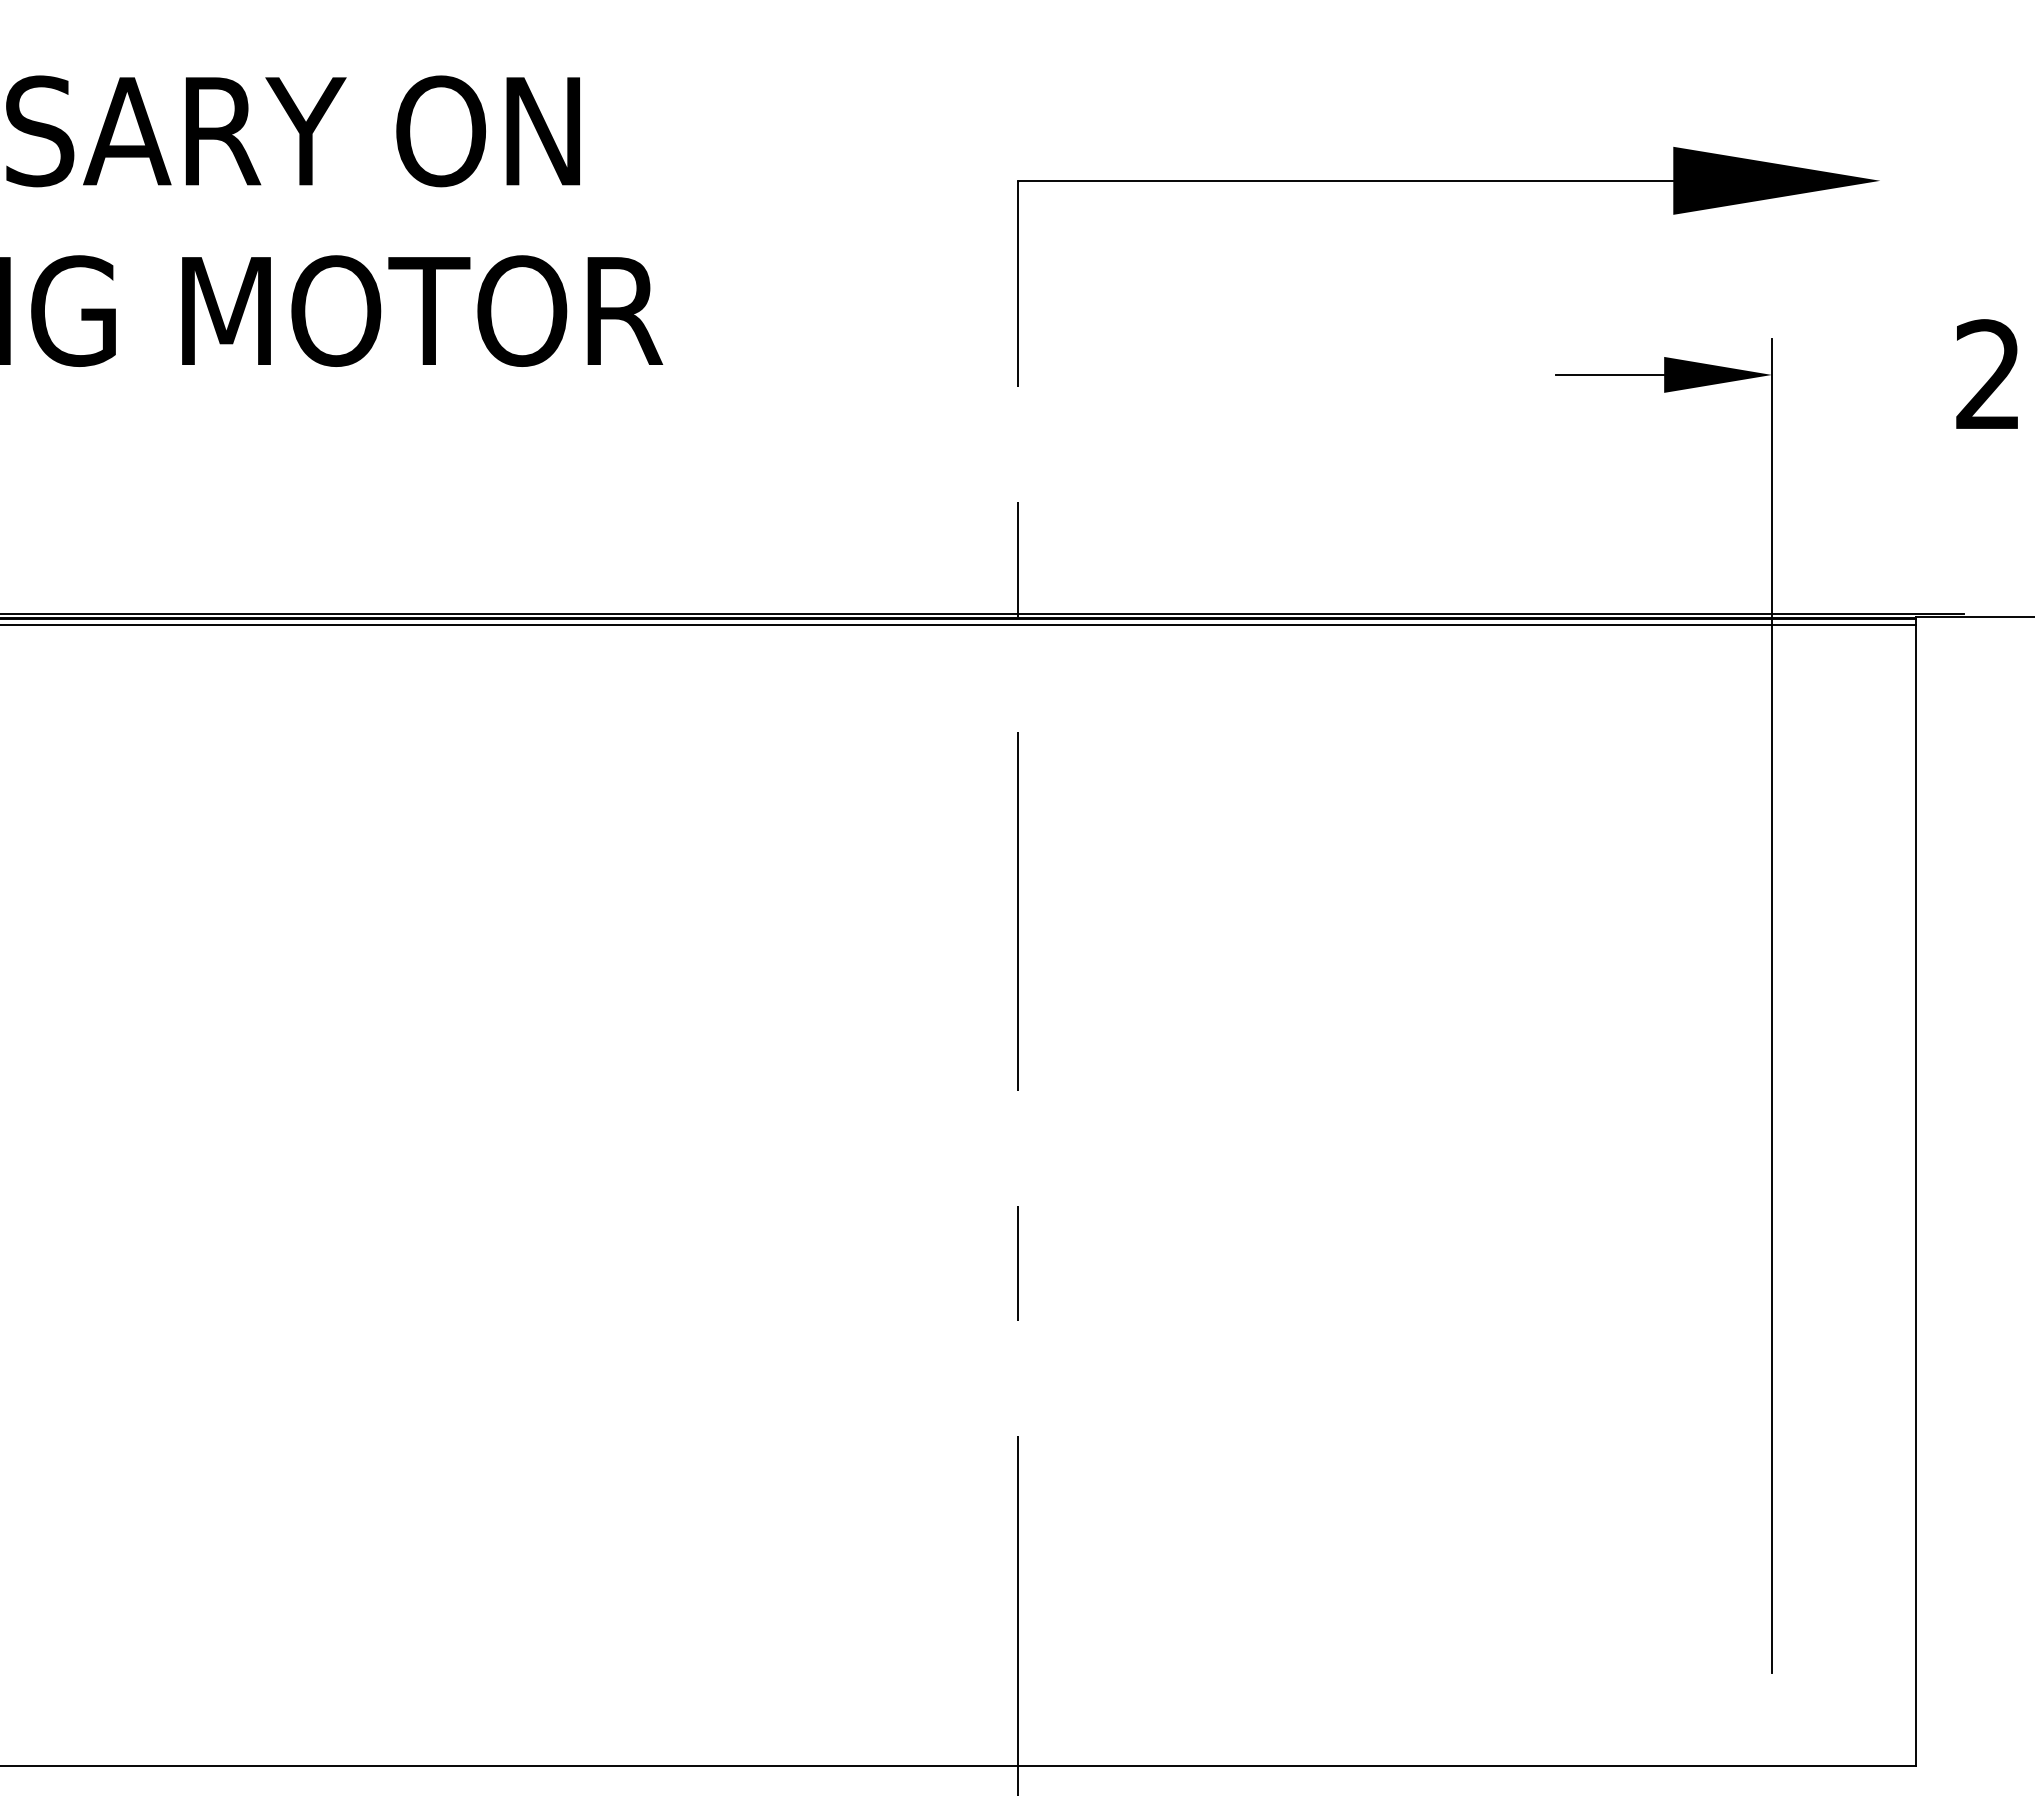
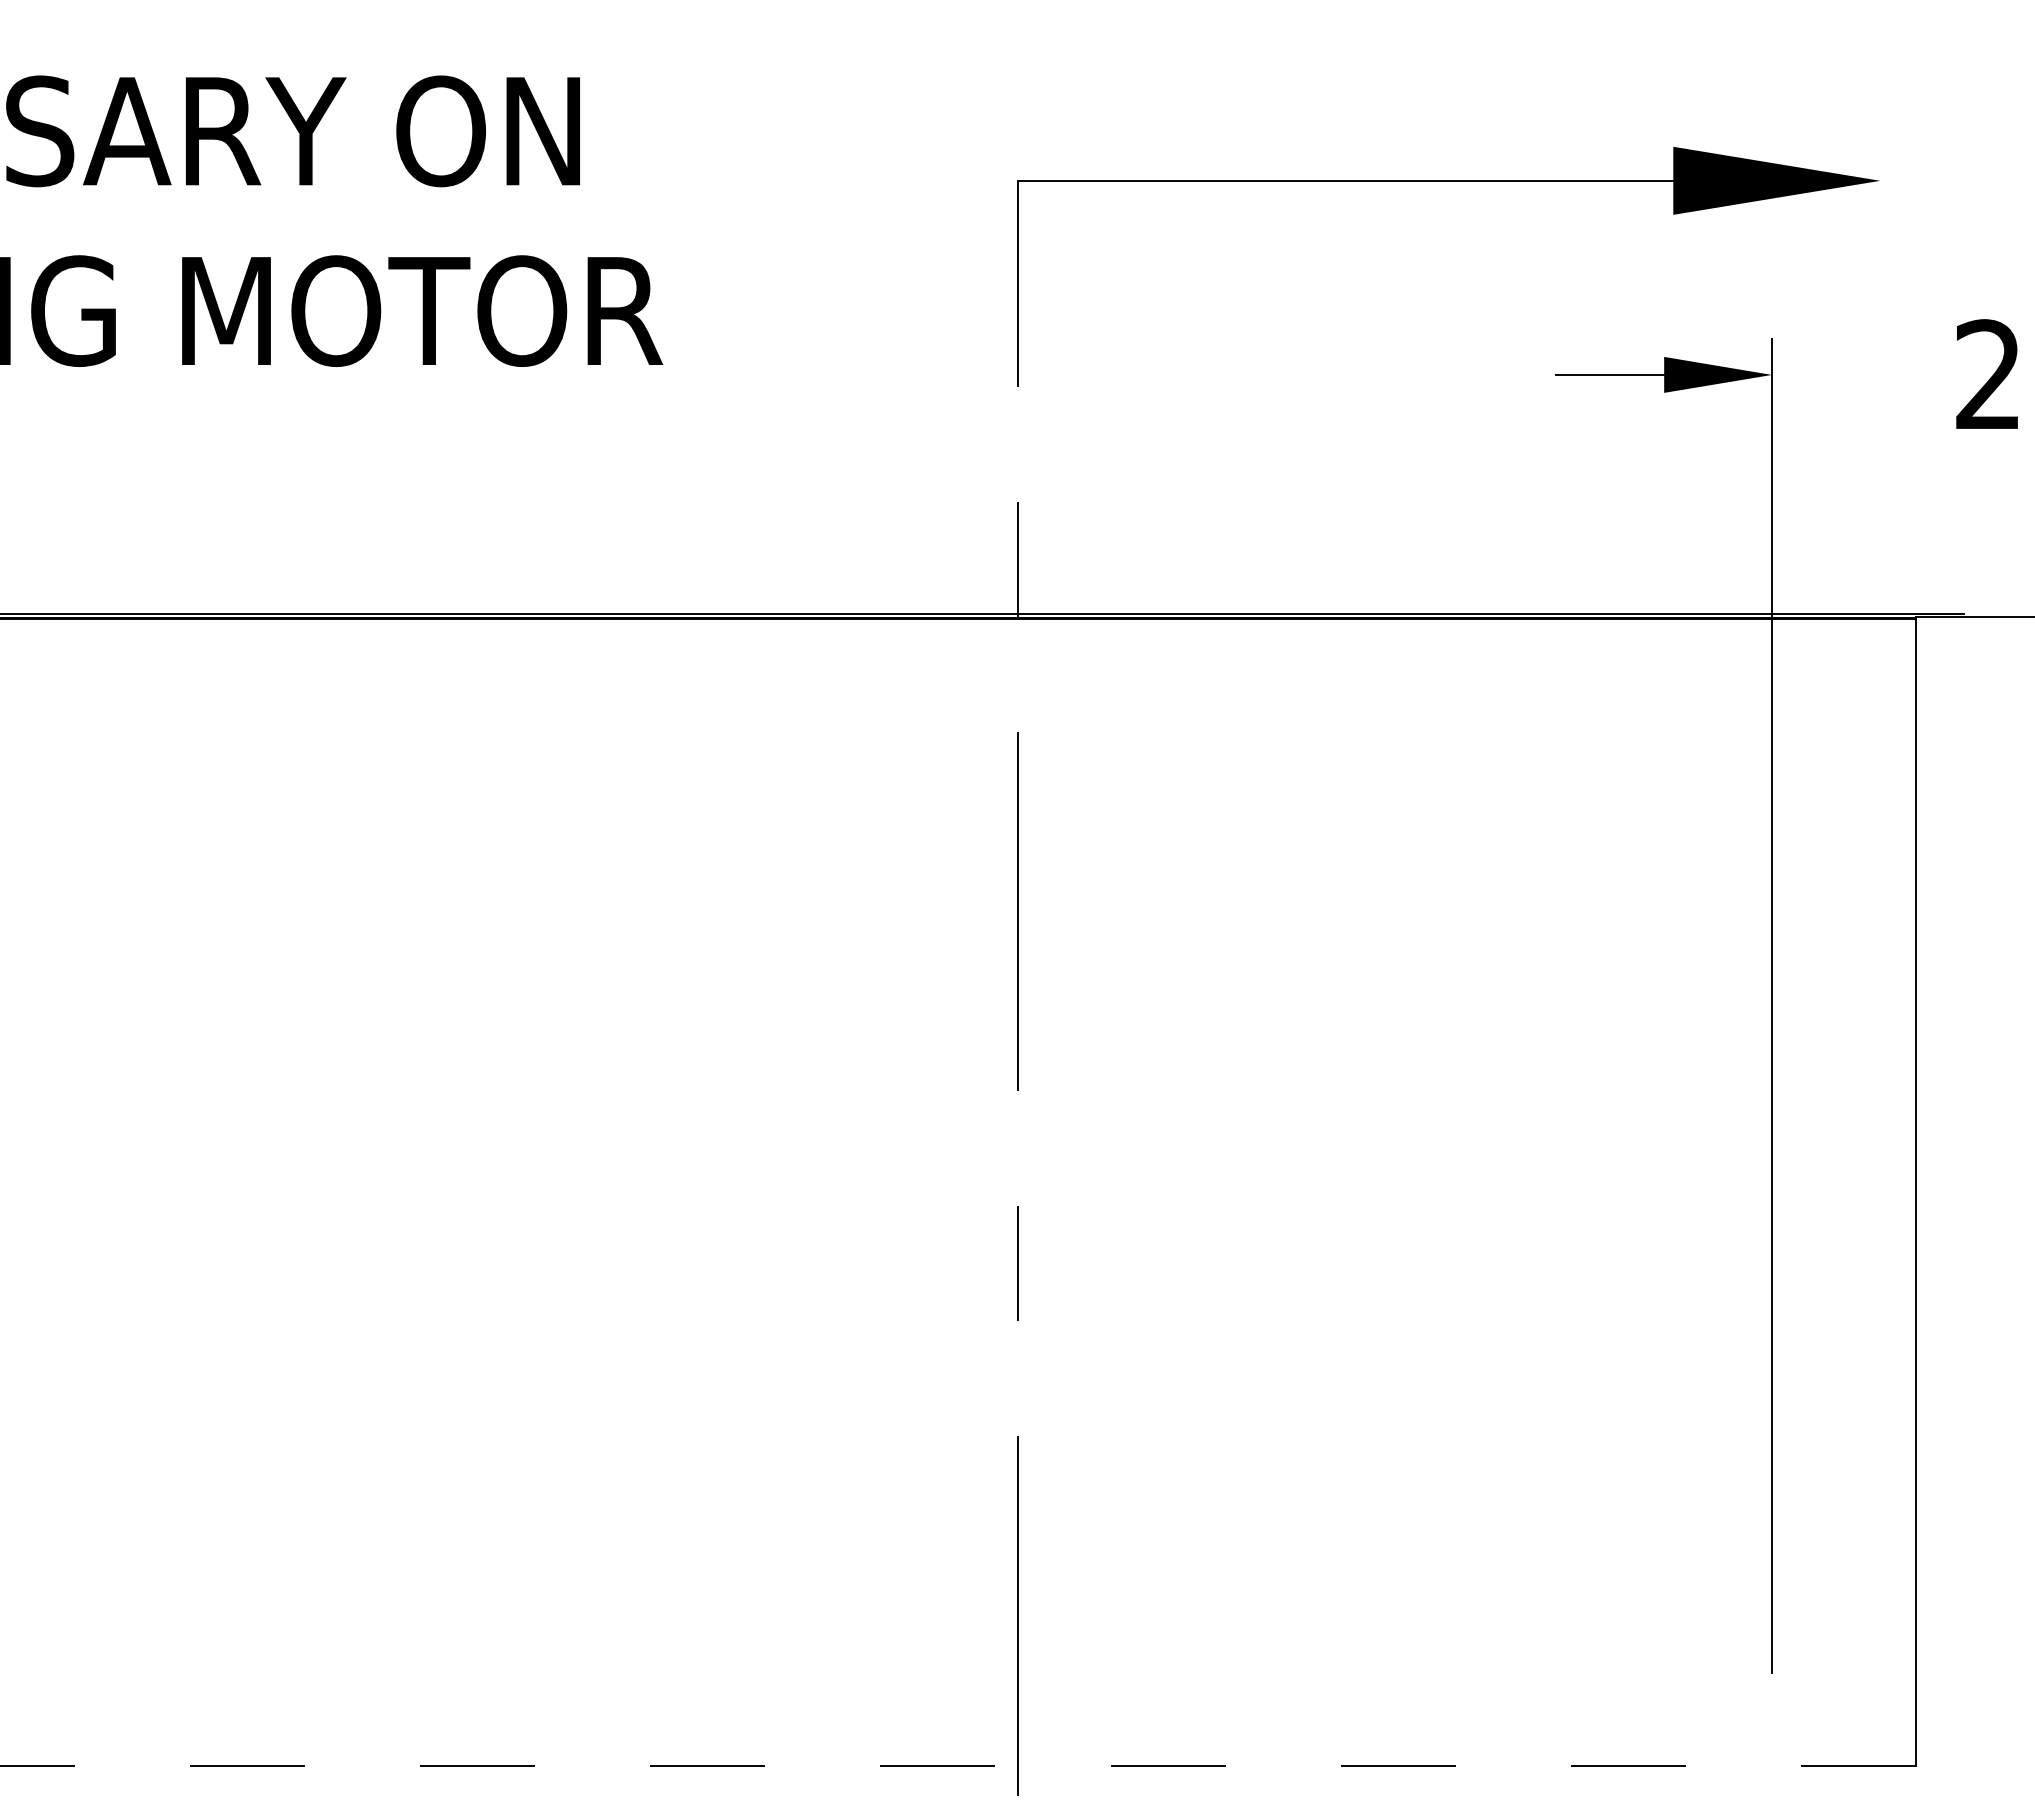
line at (958, 624): present -> none
line at (957, 1765): solid -> dashed
